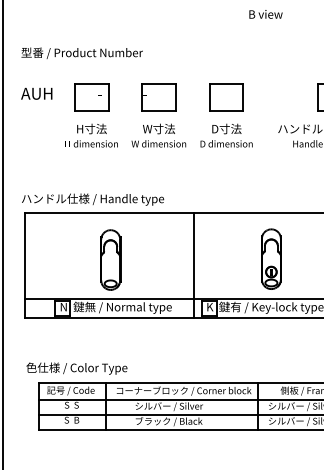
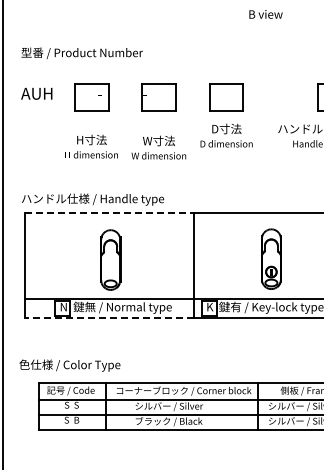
text at (91, 135) position: (91, 135) -> (91, 146)
text at (158, 135) position: (158, 135) -> (158, 147)
line at (110, 213): solid -> dashed
line at (109, 317): solid -> dashed
text at (76, 368) position: (76, 368) -> (69, 365)
